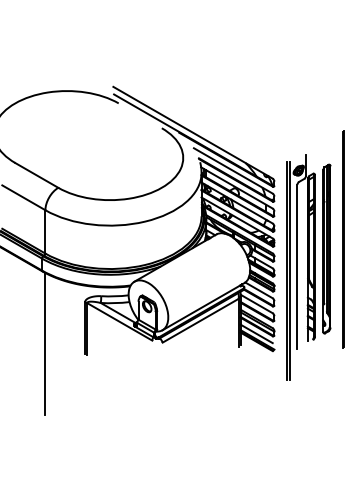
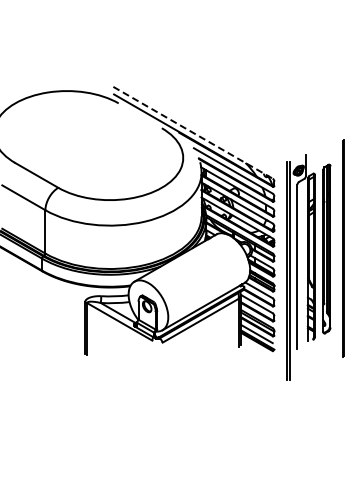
line at (193, 132): solid -> dashed
line at (343, 239) position: (343, 239) -> (343, 248)
line at (45, 343): present -> none
